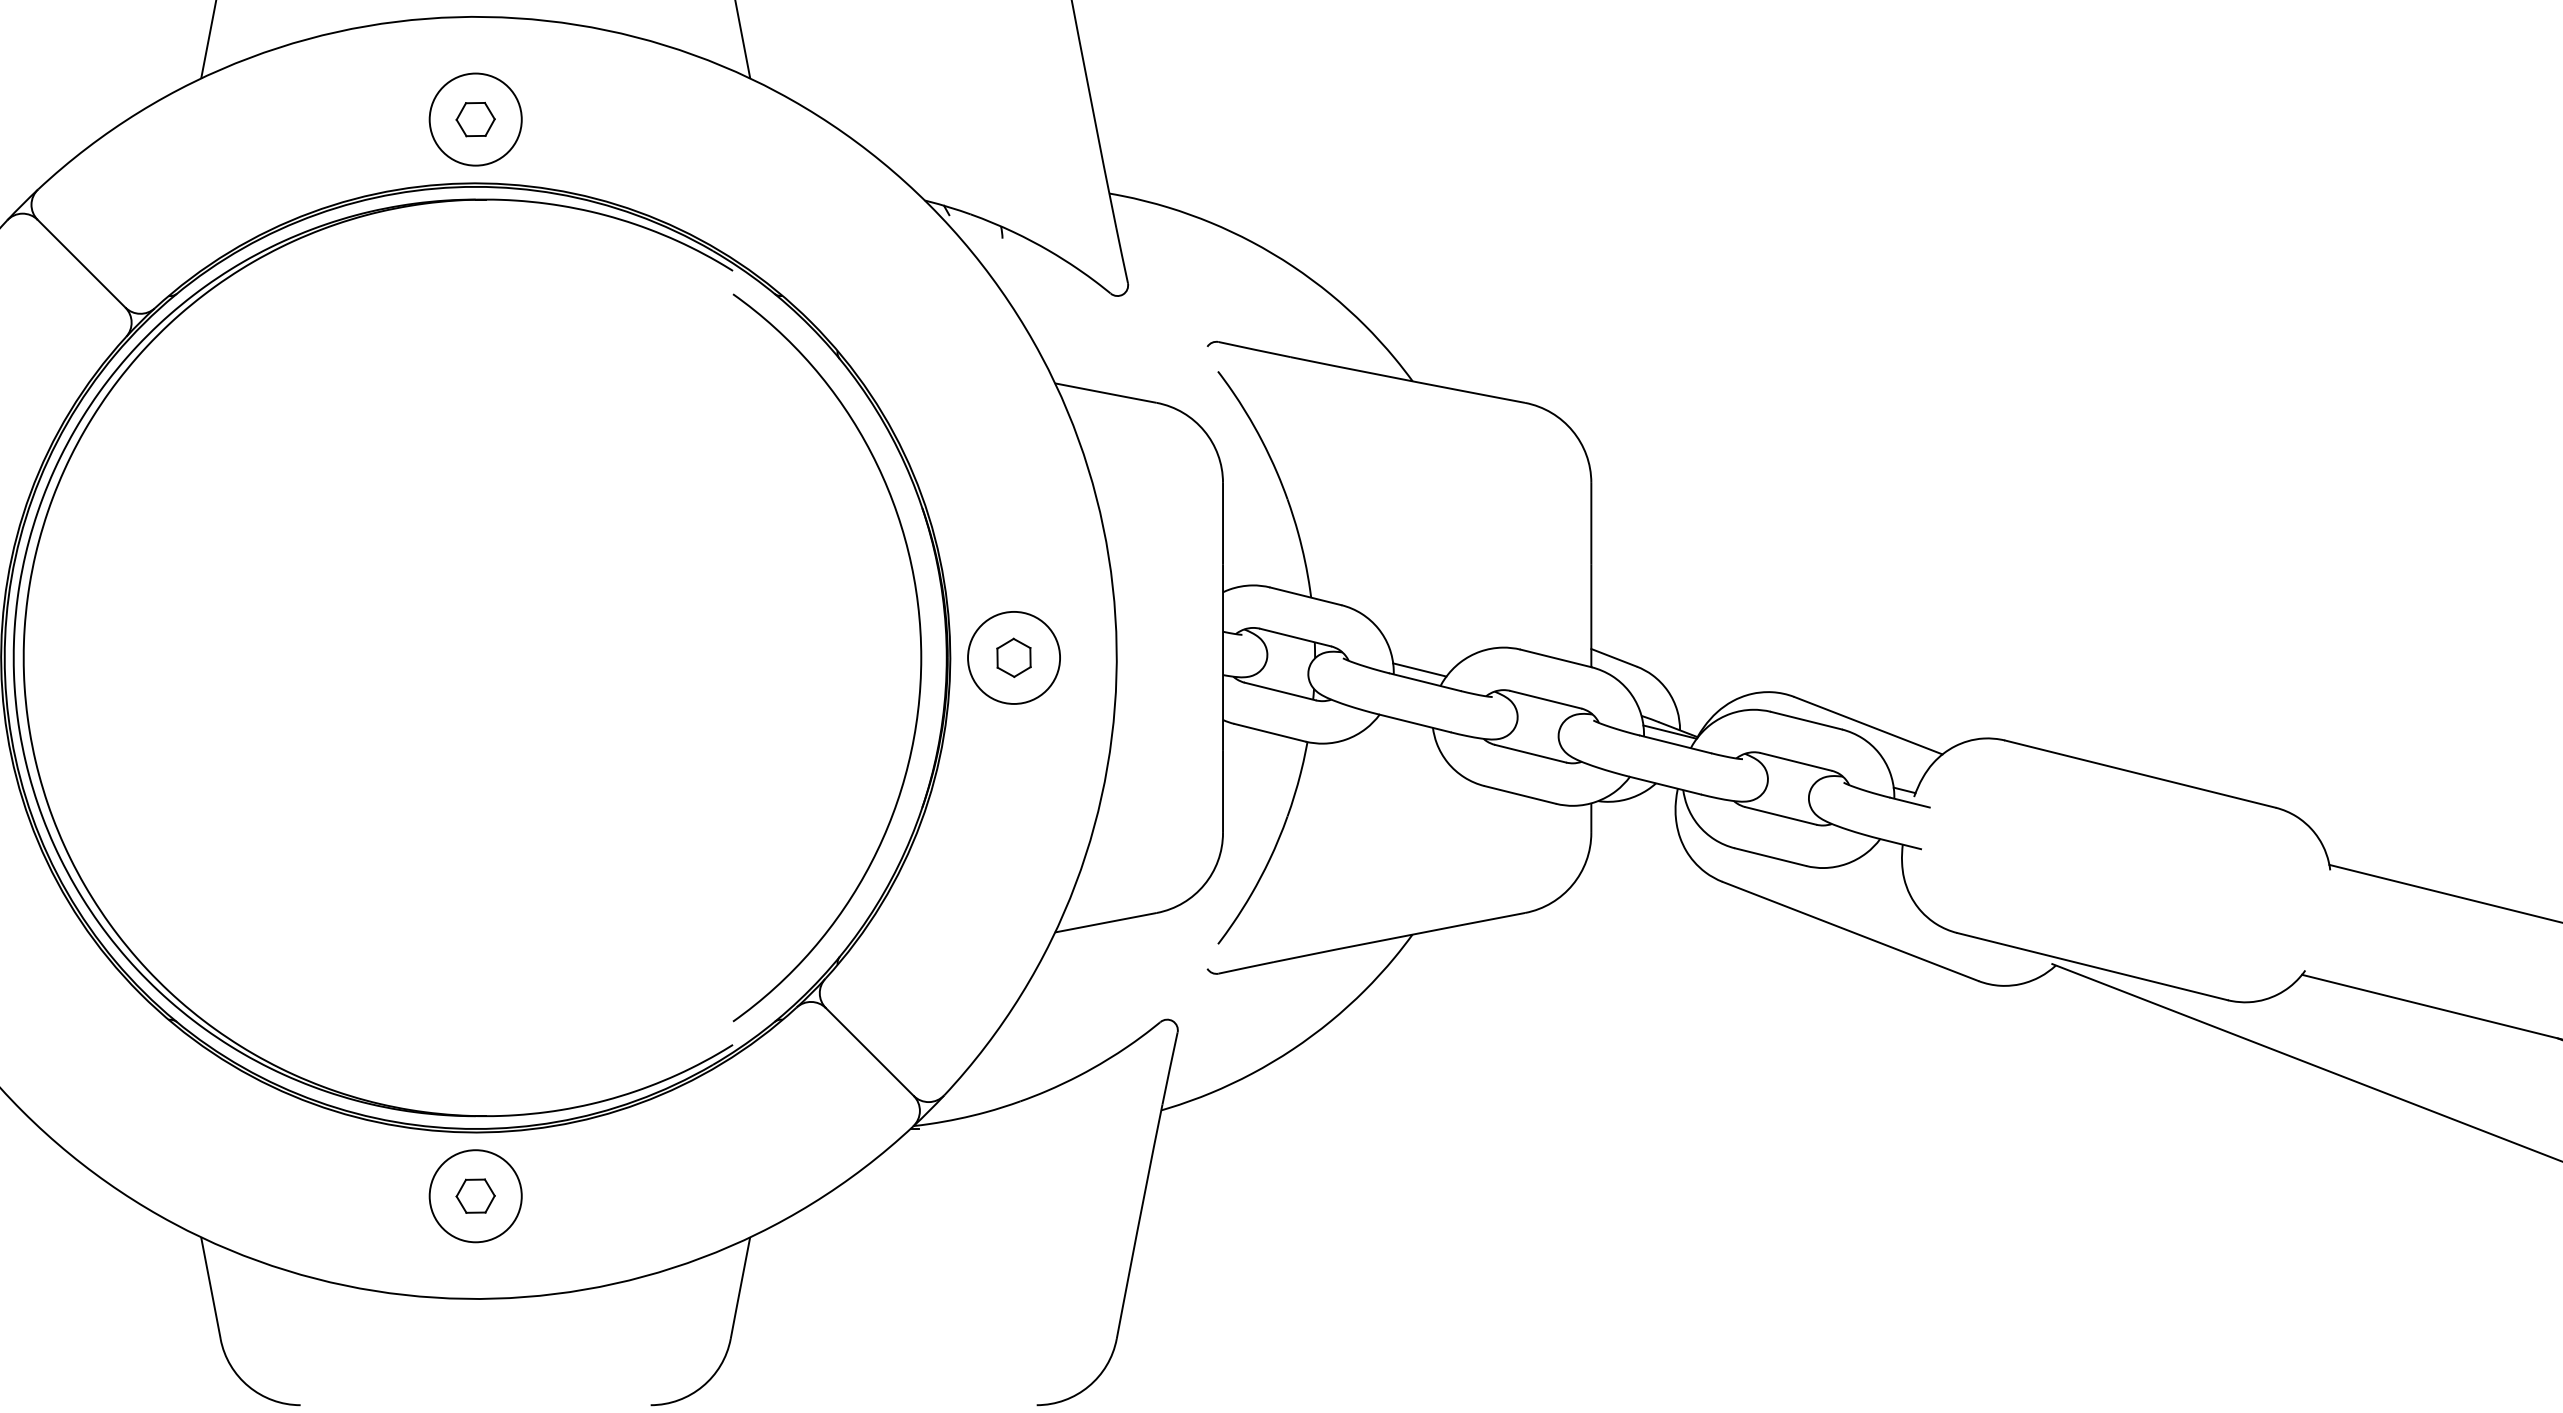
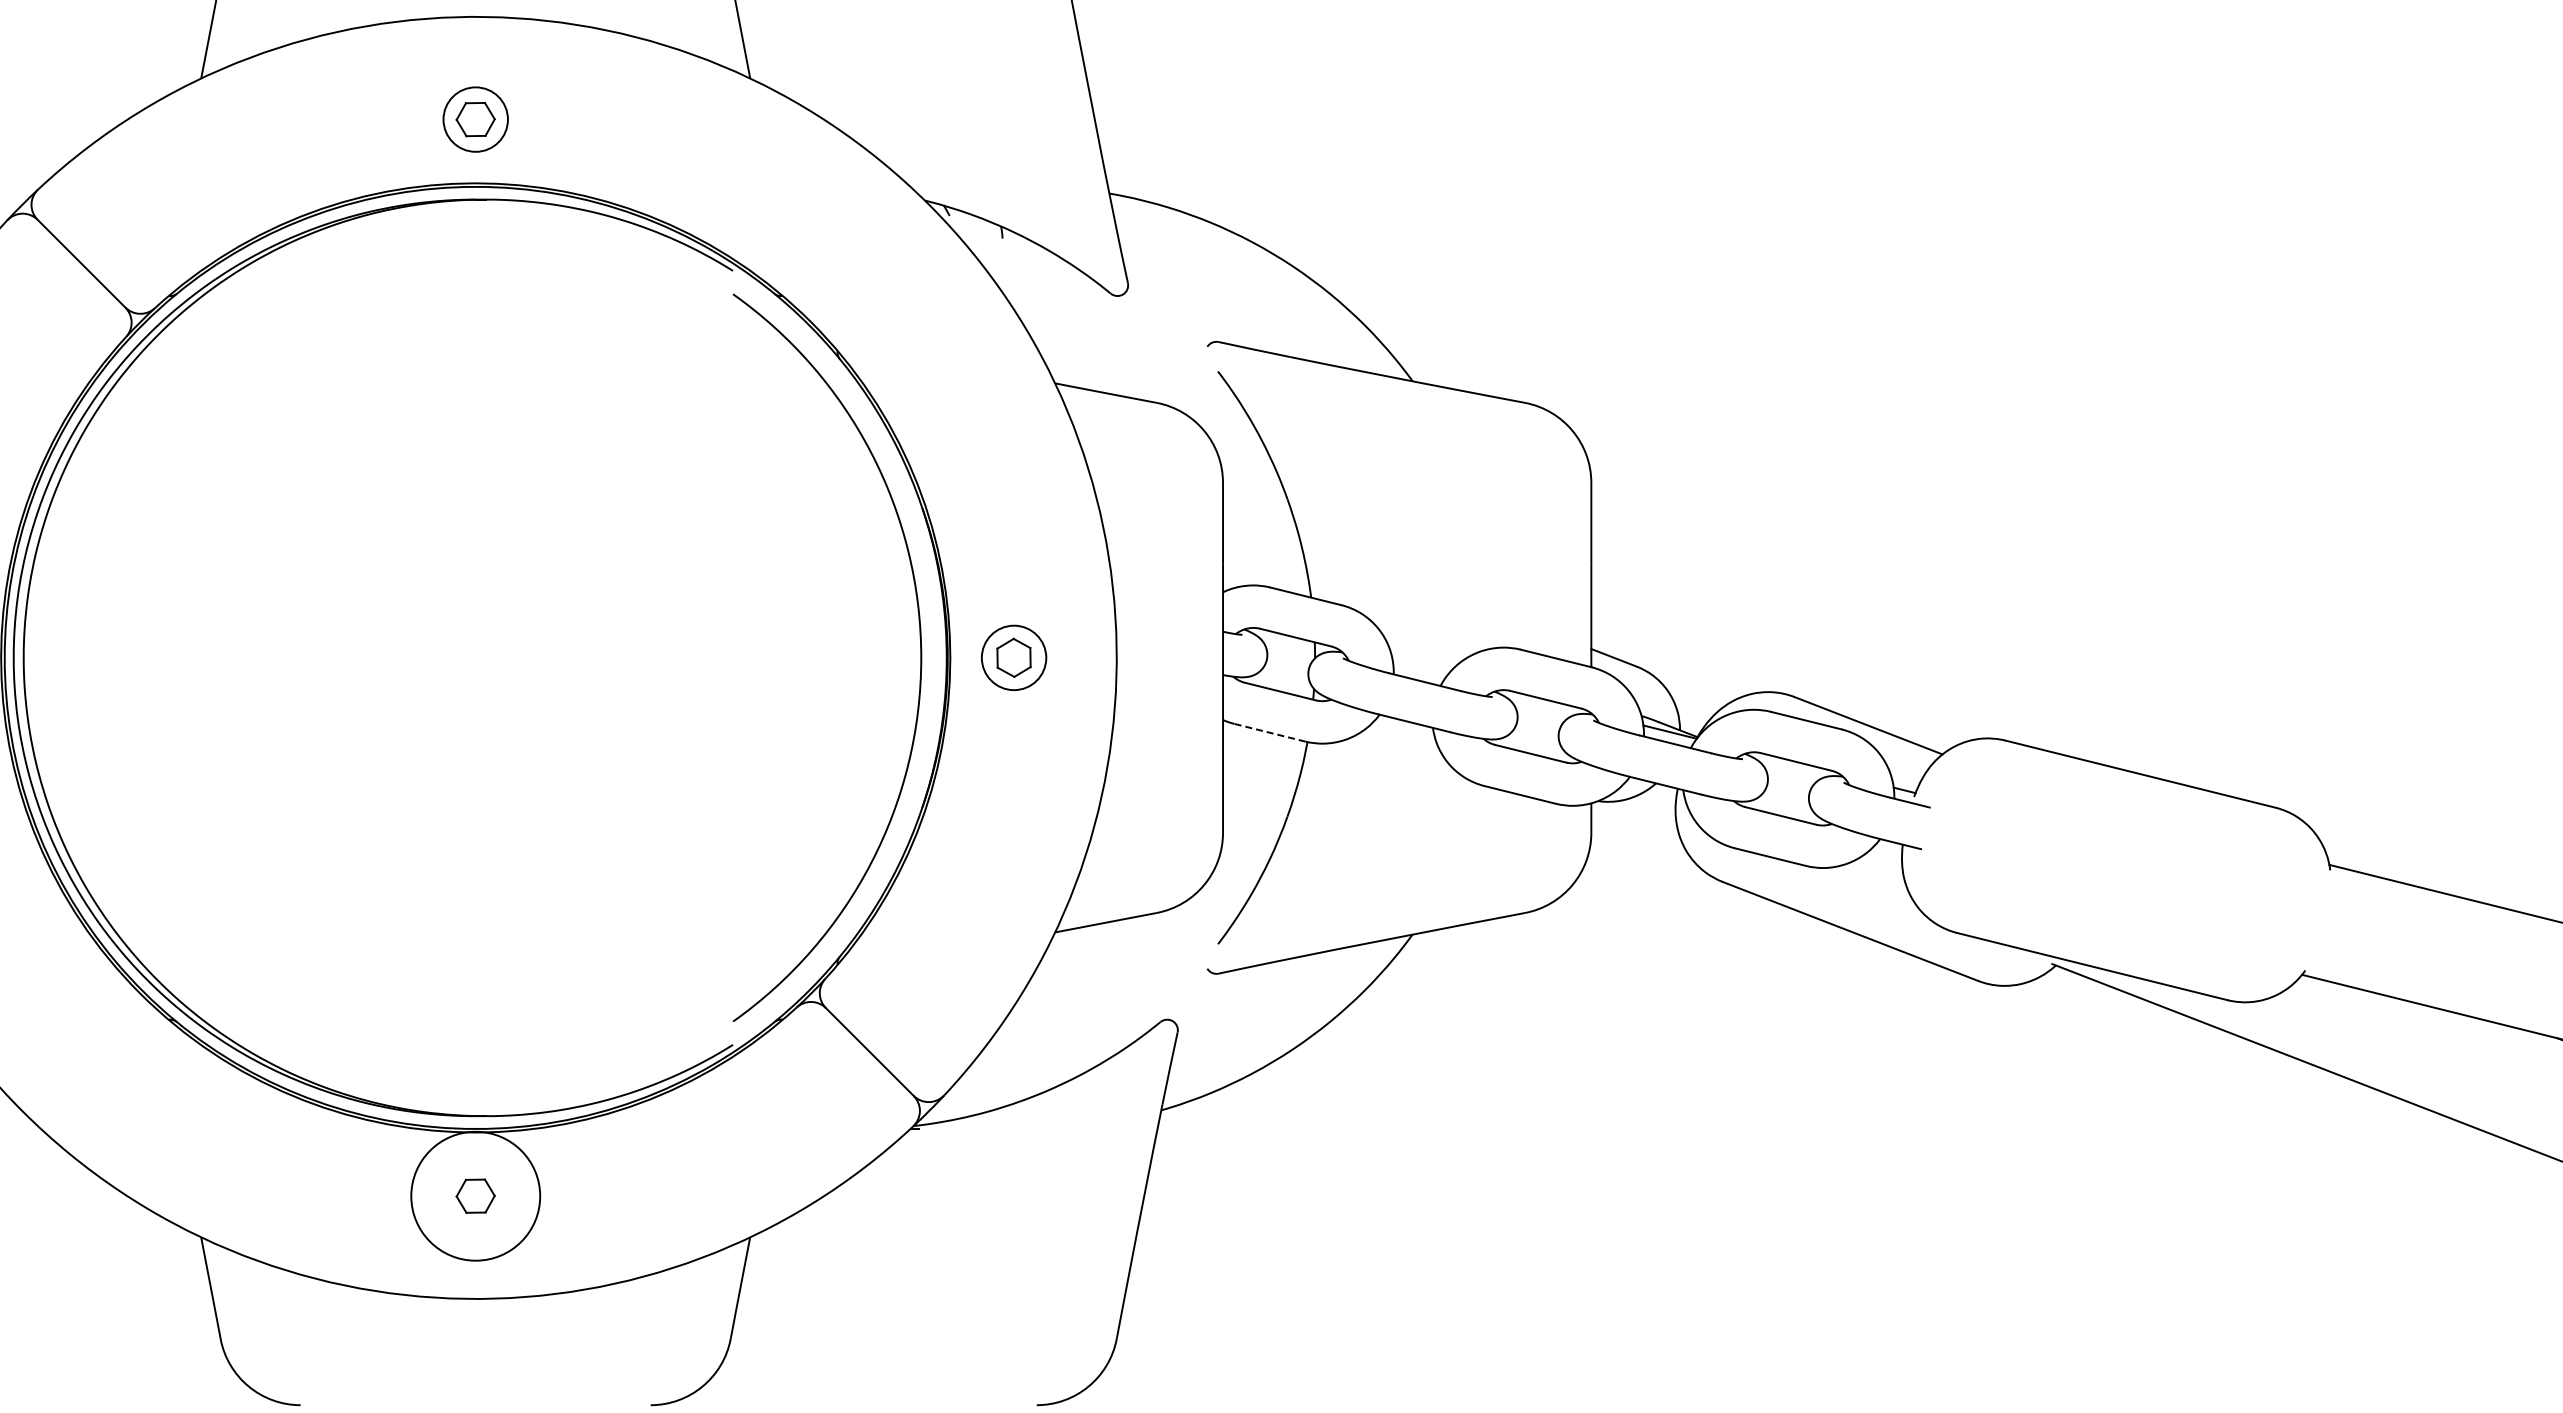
circle at (475, 119) diameter: 92 px -> 64 px
circle at (1014, 657) diameter: 92 px -> 64 px
line at (1419, 669): present -> none
line at (1270, 732): solid -> dashed
circle at (475, 1196) diameter: 92 px -> 129 px
